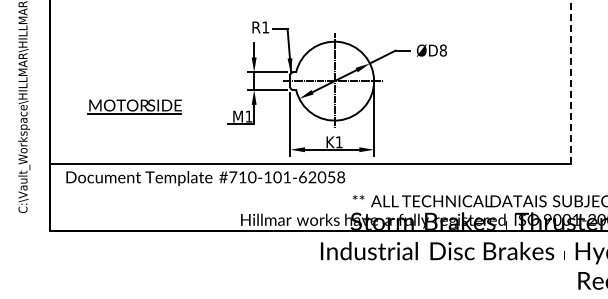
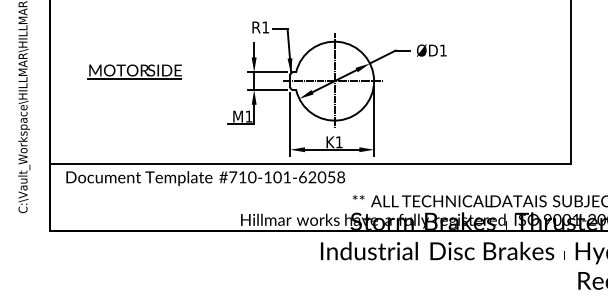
text at (442, 50): ØD8 -> ØD1
line at (570, 82): dashed -> solid
part at (134, 106) position: (134, 106) -> (134, 71)
